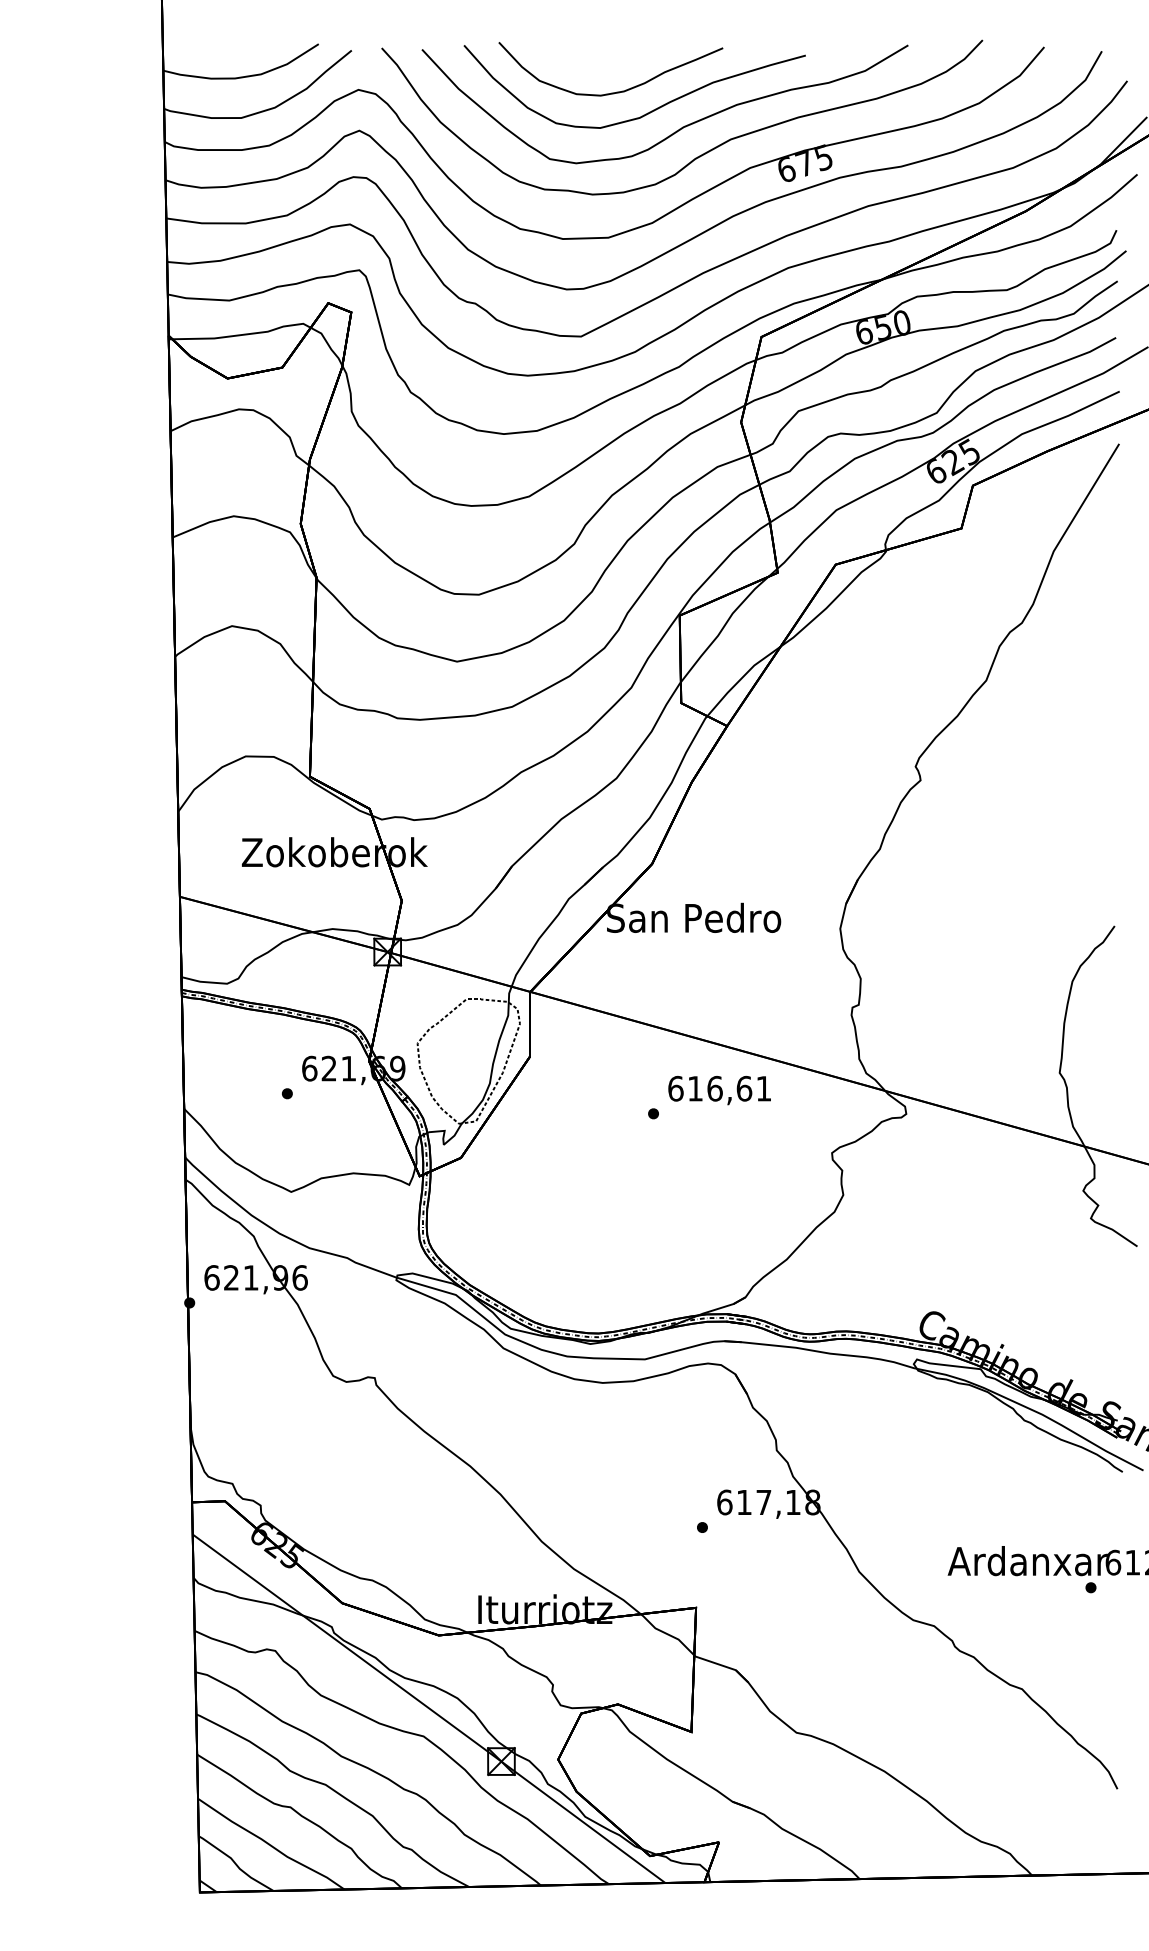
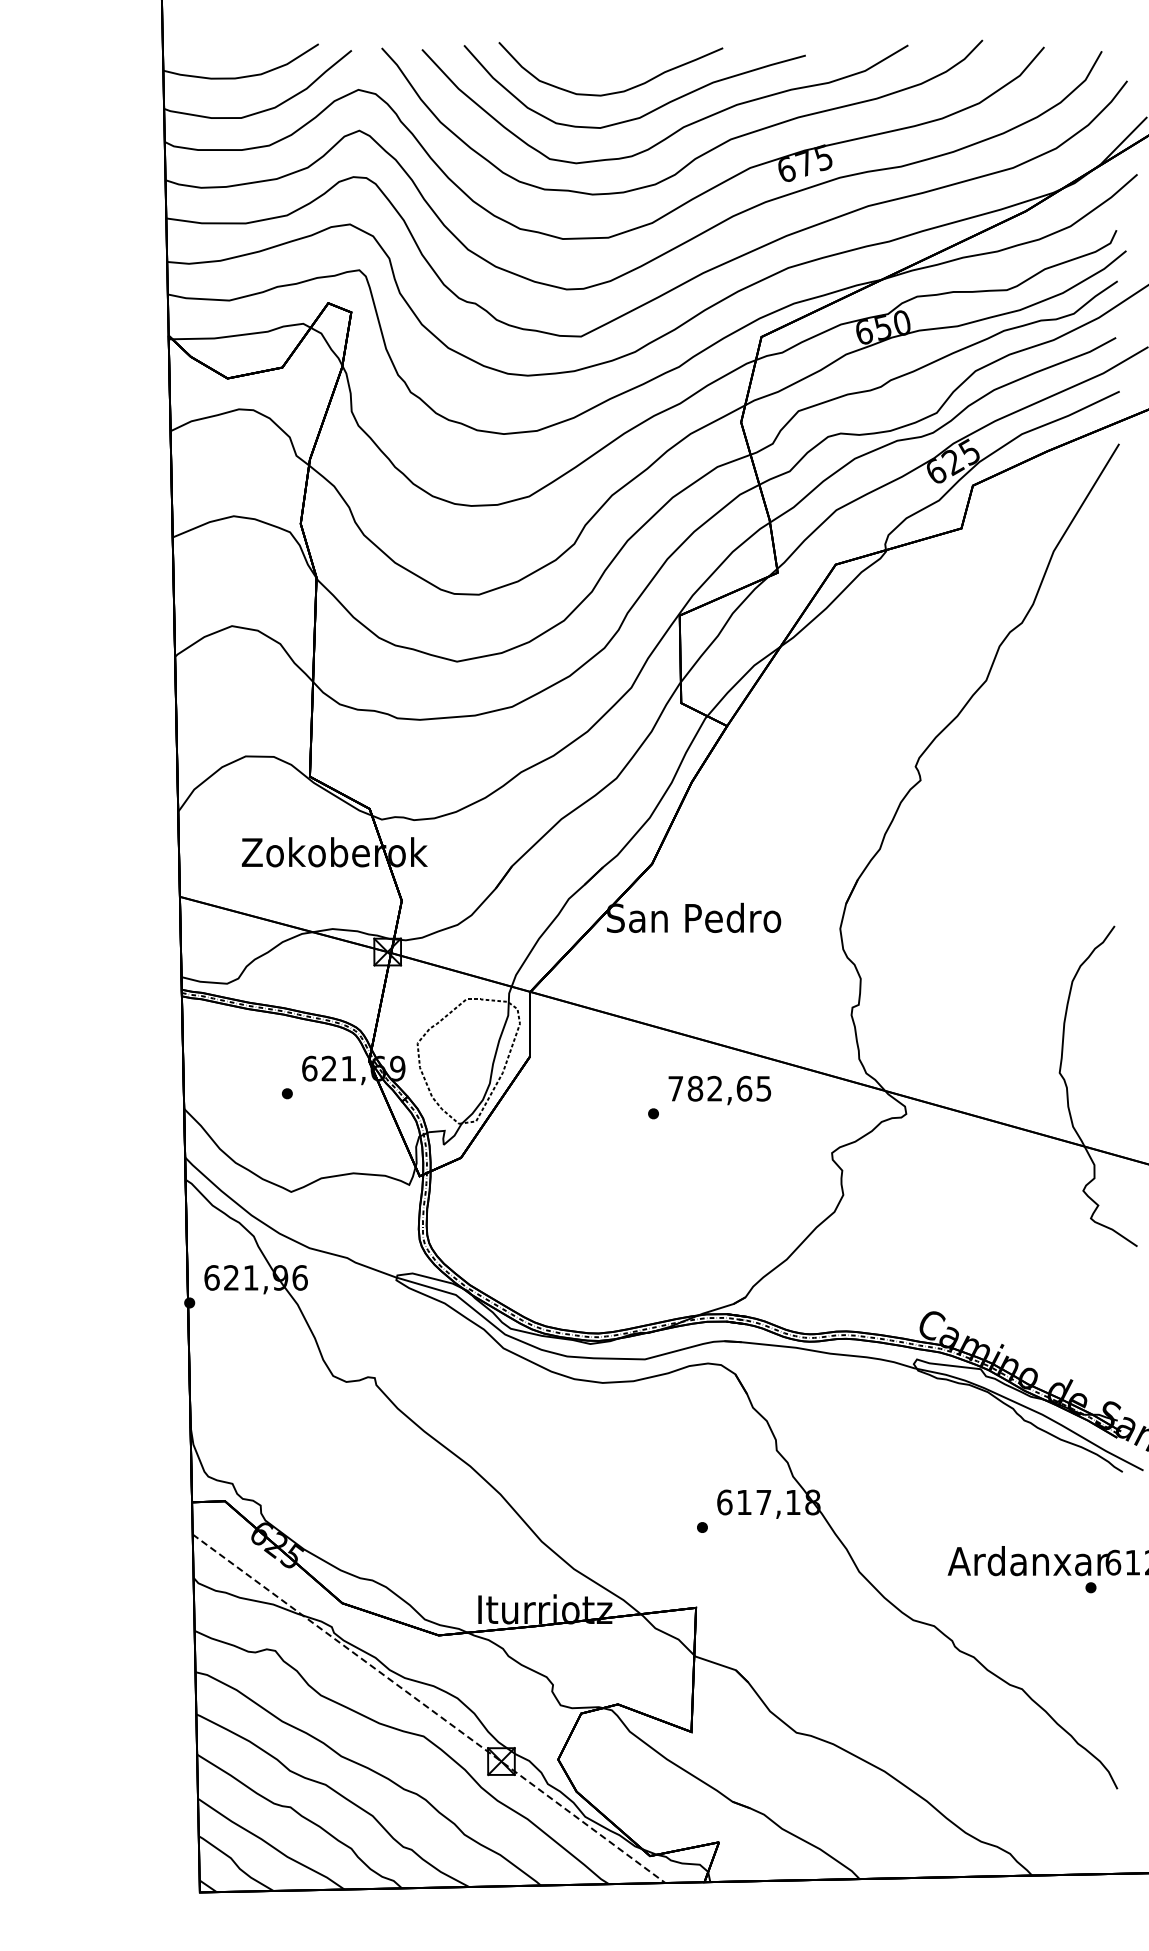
text at (719, 1088): 616,61 -> 782,65
line at (429, 1708): solid -> dashed
